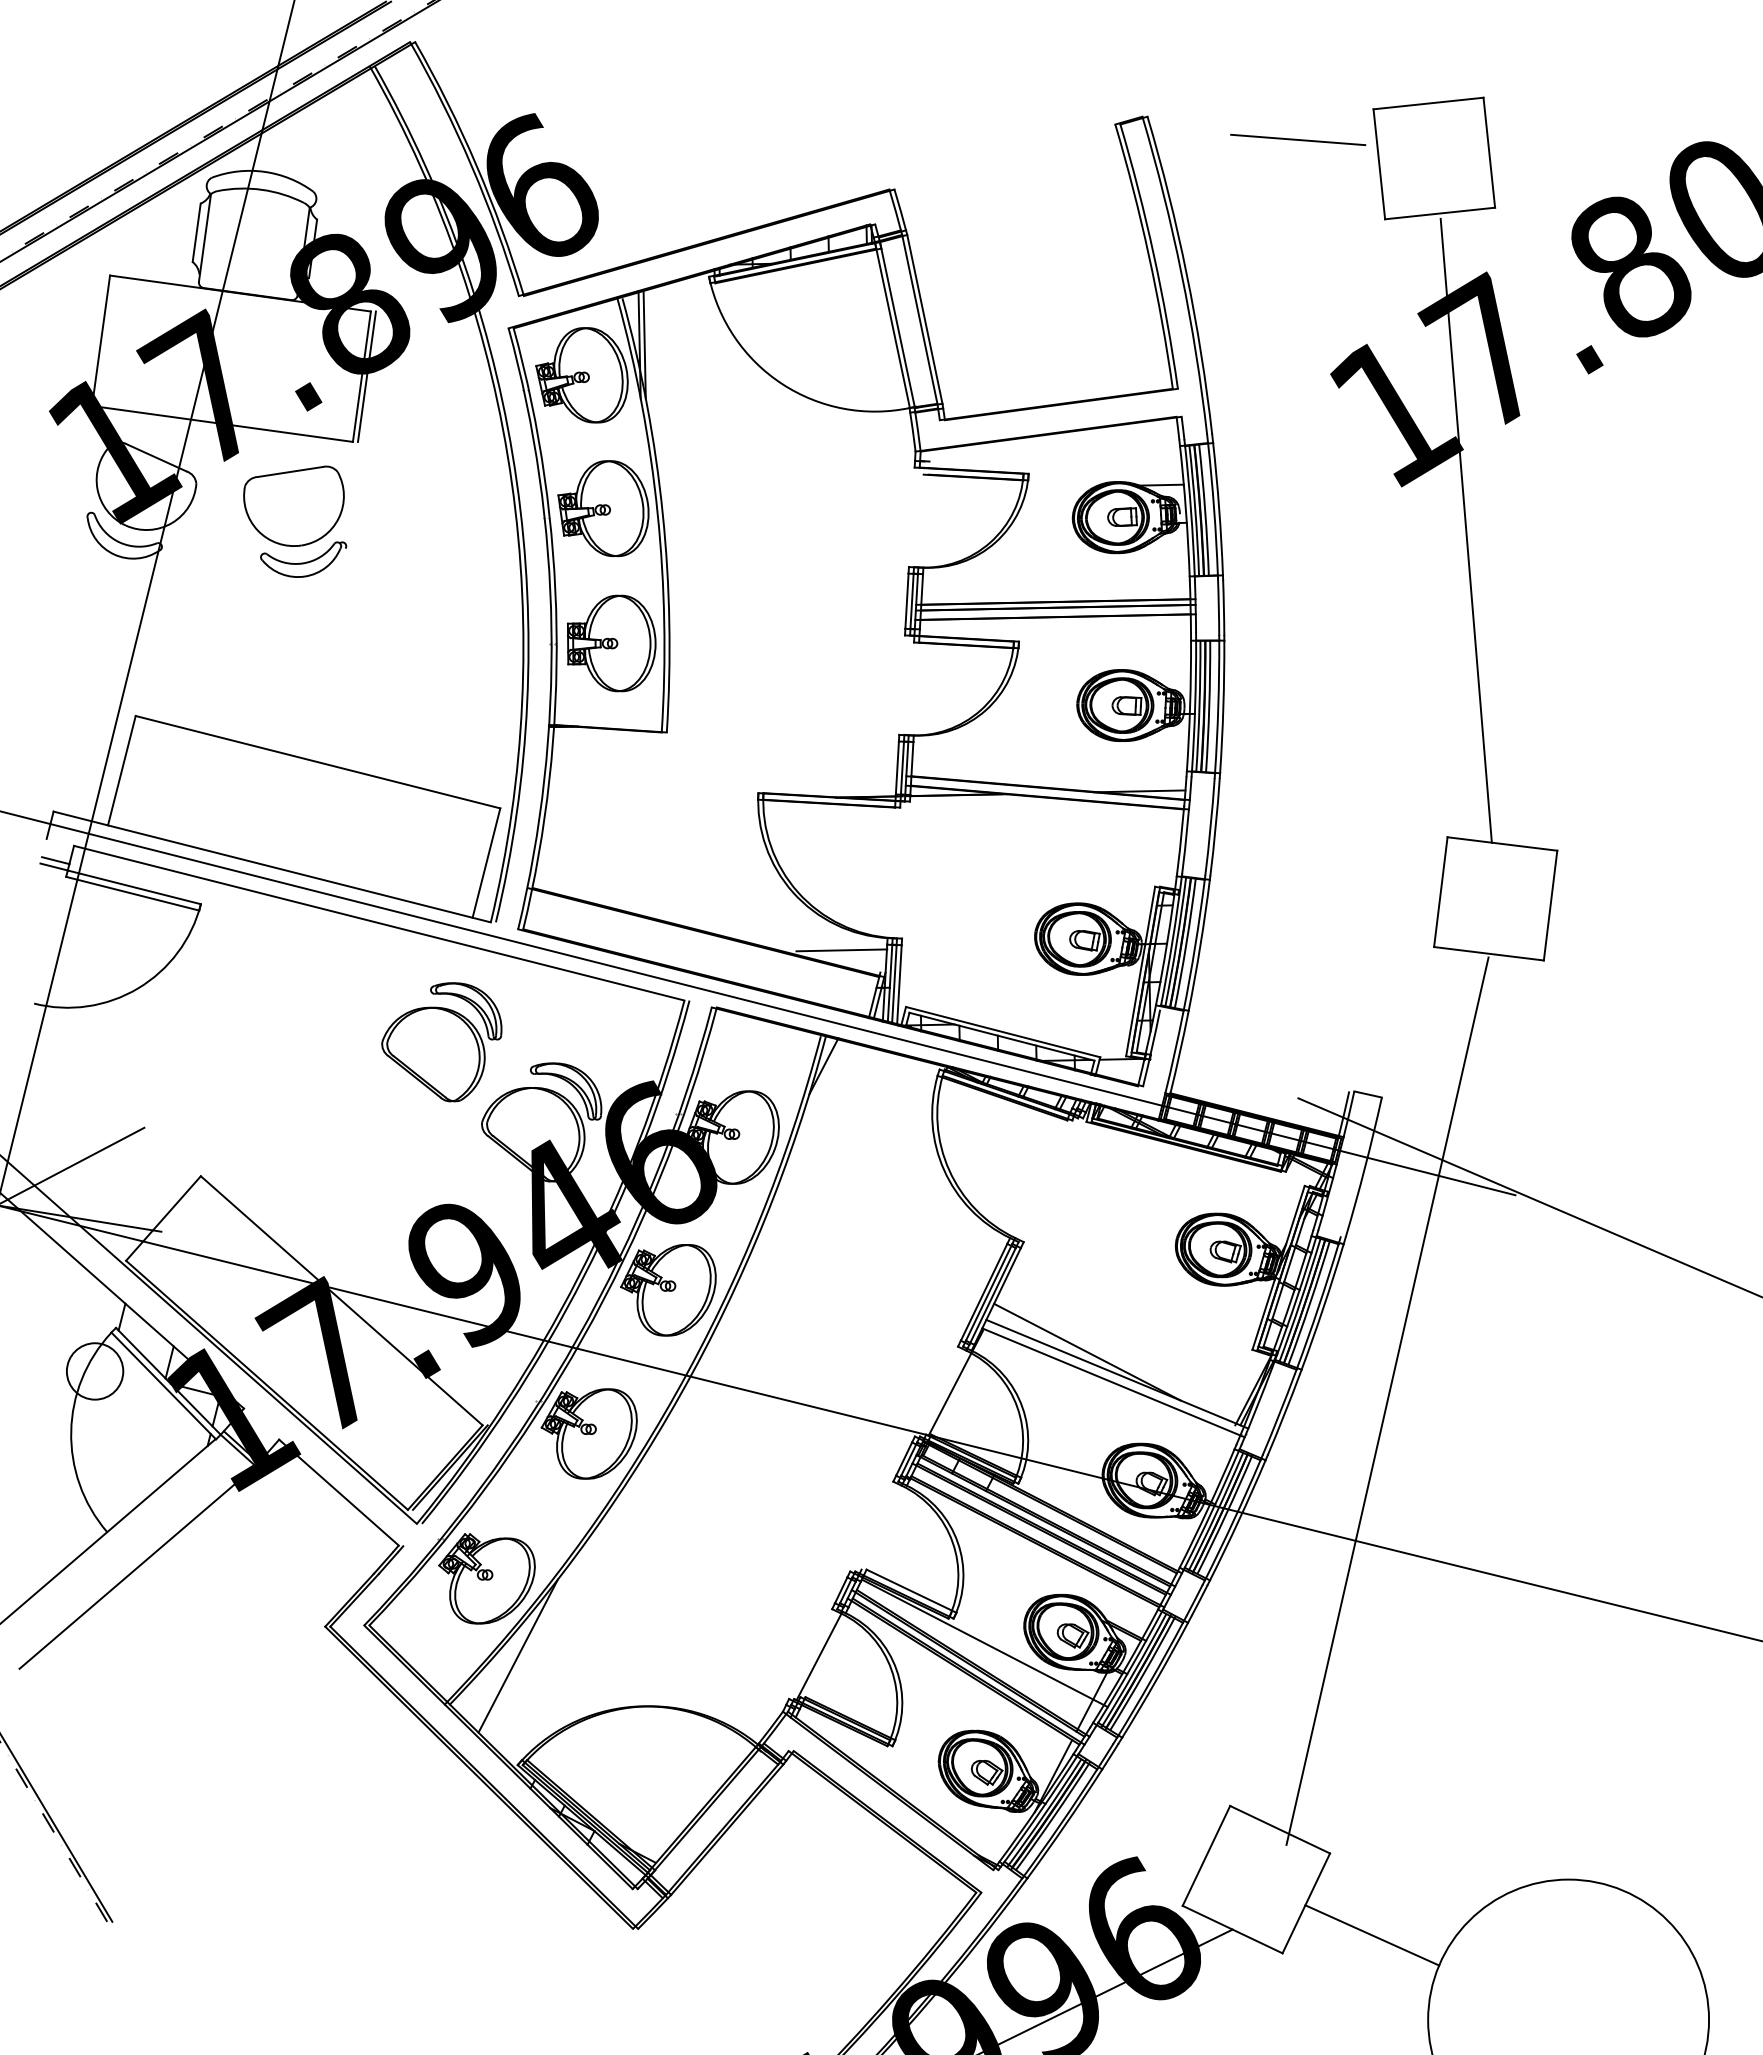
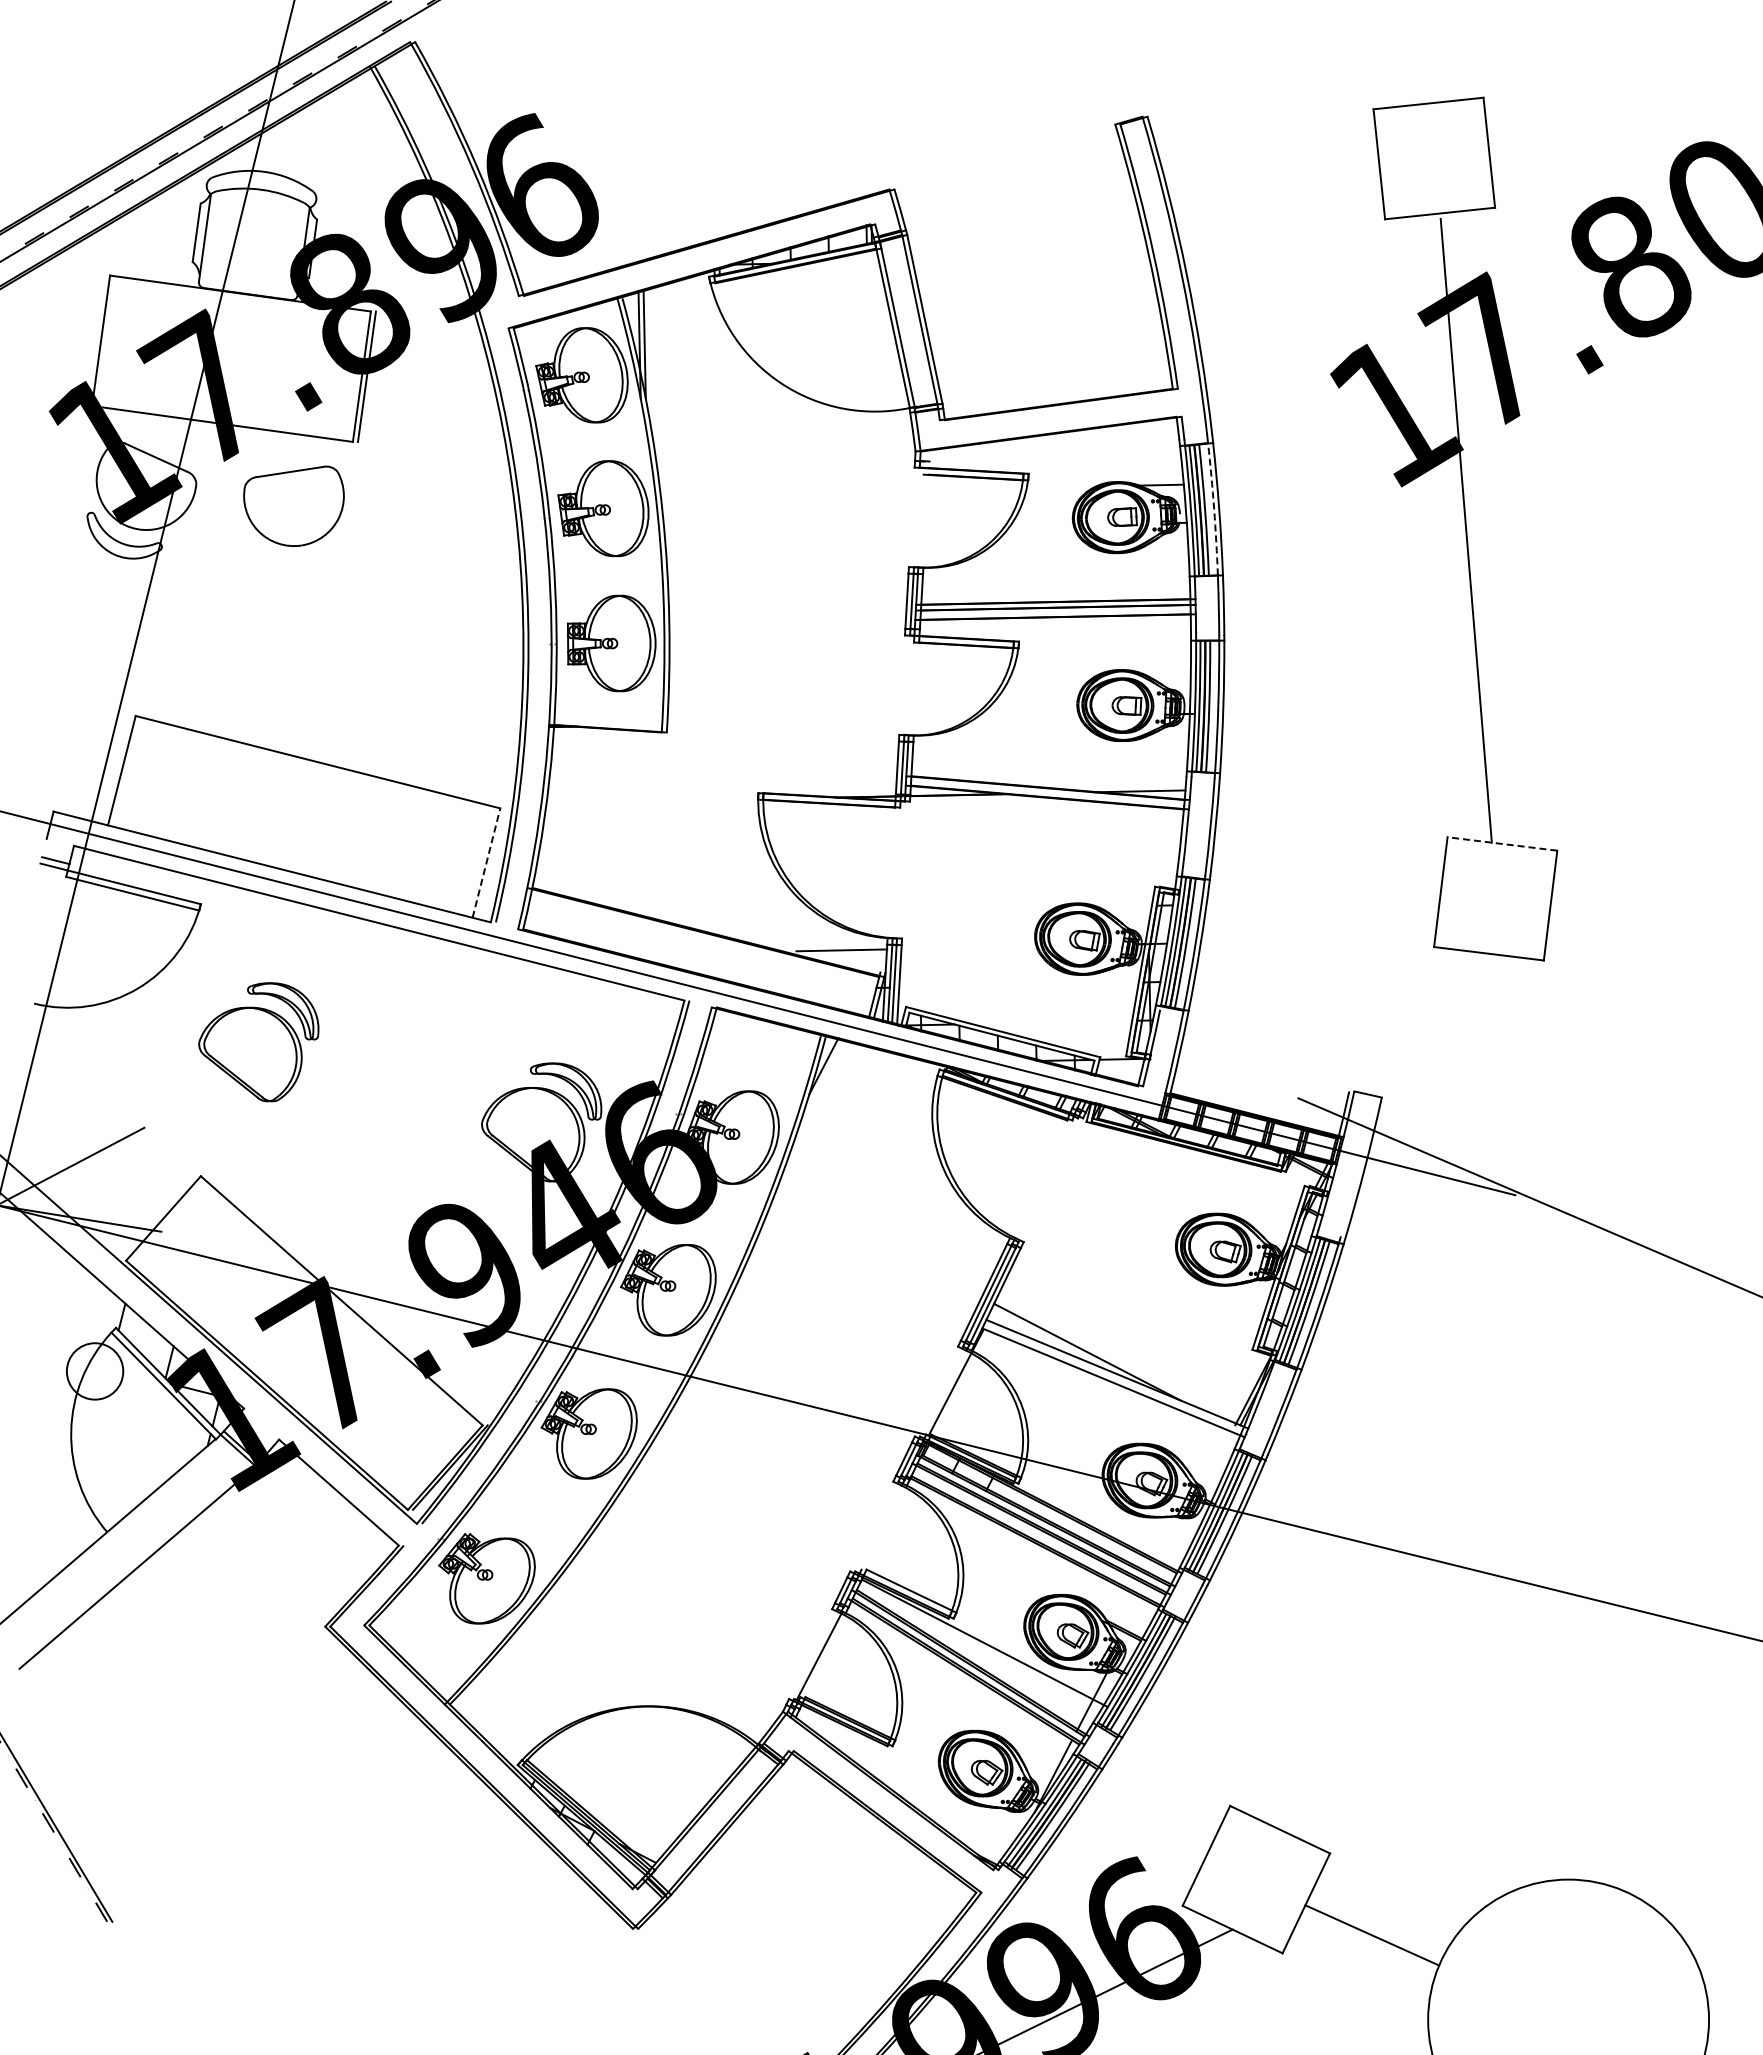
line at (1298, 139): present -> none
arc at (1214, 509): solid -> dashed
part at (303, 559): present -> none
line at (1501, 843): solid -> dashed
line at (486, 862): solid -> dashed
part at (441, 1042) position: (441, 1042) -> (258, 1042)
line at (1387, 1400): present -> none
line at (517, 1655): present -> none
